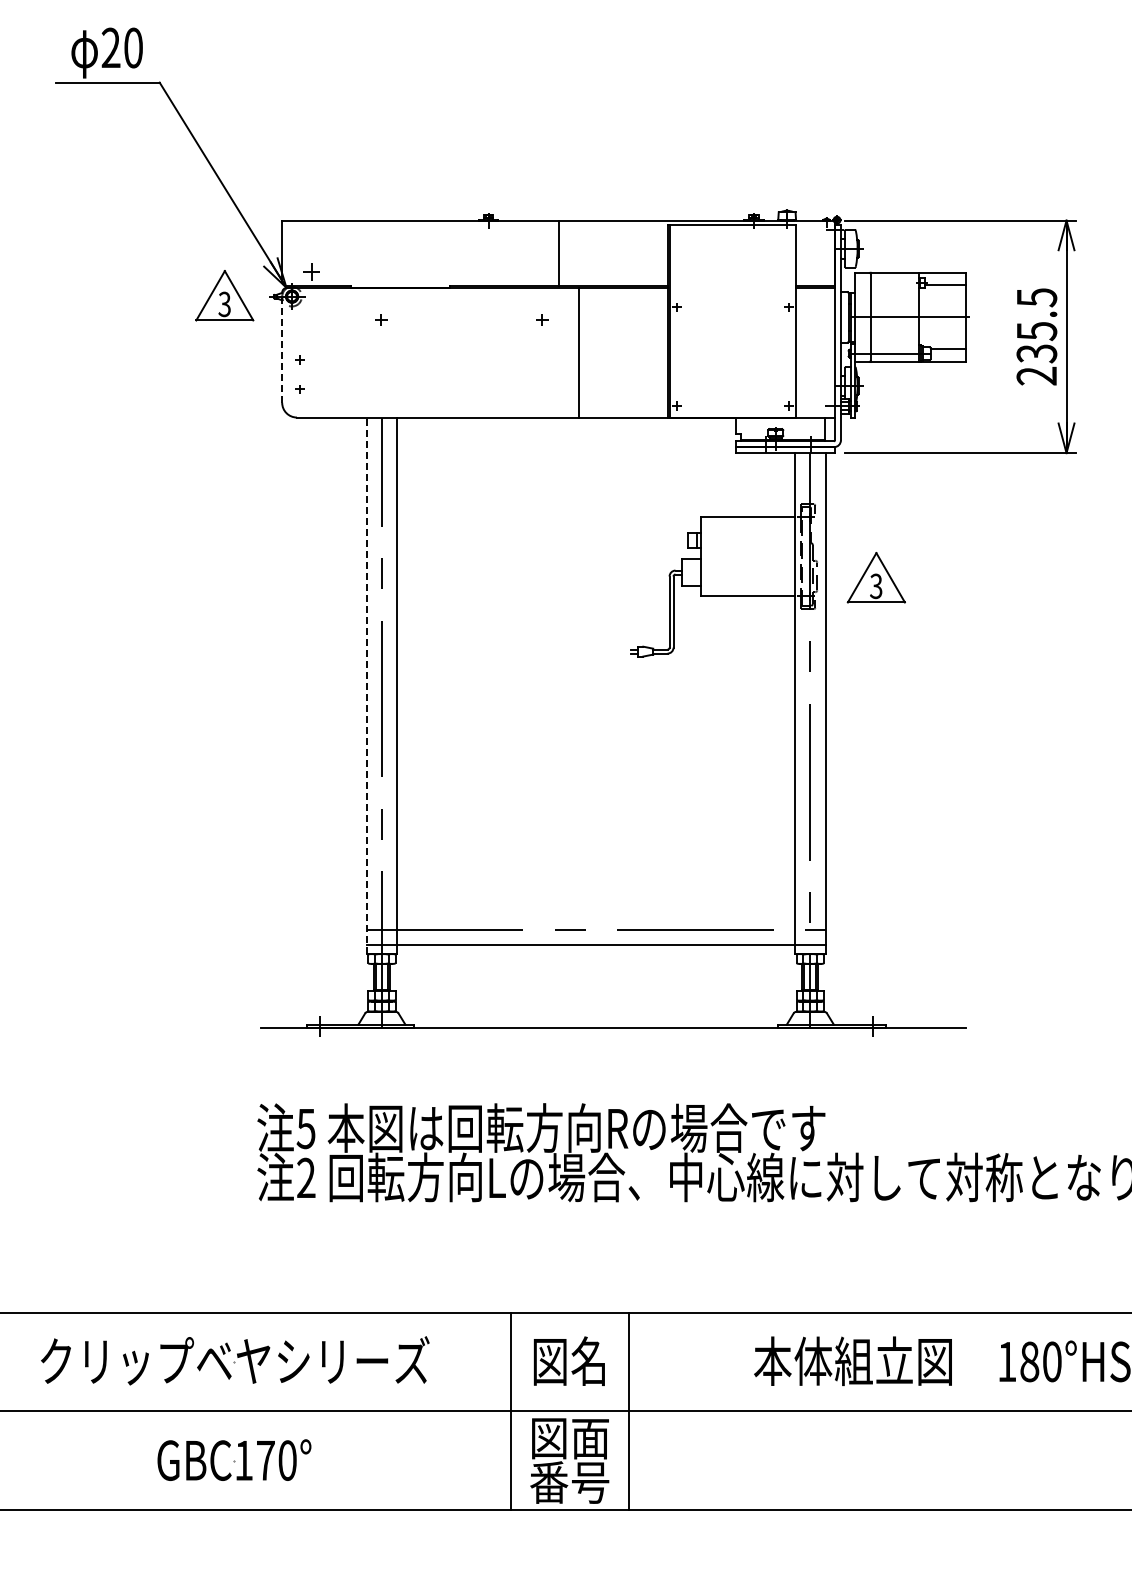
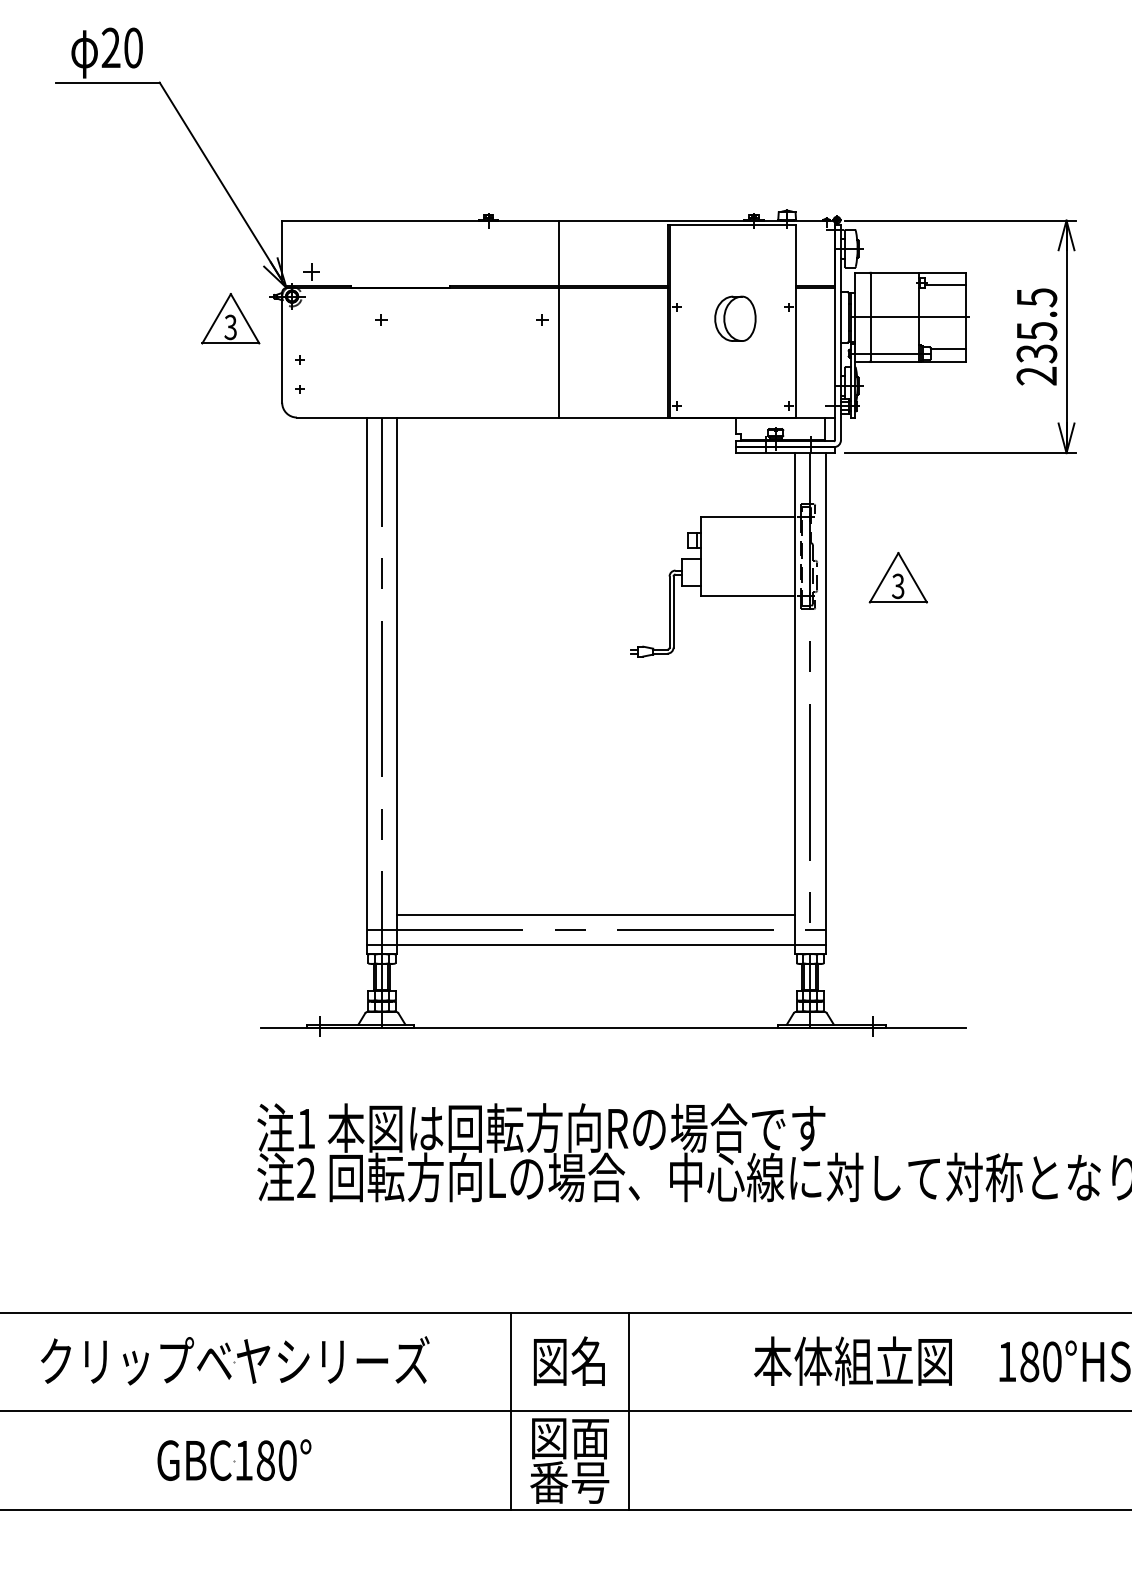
part at (224, 295) position: (224, 295) -> (230, 318)
part at (735, 318): none -> present
line at (282, 347): dashed -> solid
line at (578, 352) position: (578, 352) -> (558, 352)
part at (875, 577) position: (875, 577) -> (897, 577)
line at (366, 685): dashed -> solid
line at (596, 914): none -> present
text at (305, 1129): 5 -> 1
text at (265, 1460): GBC170° -> GBC180°
